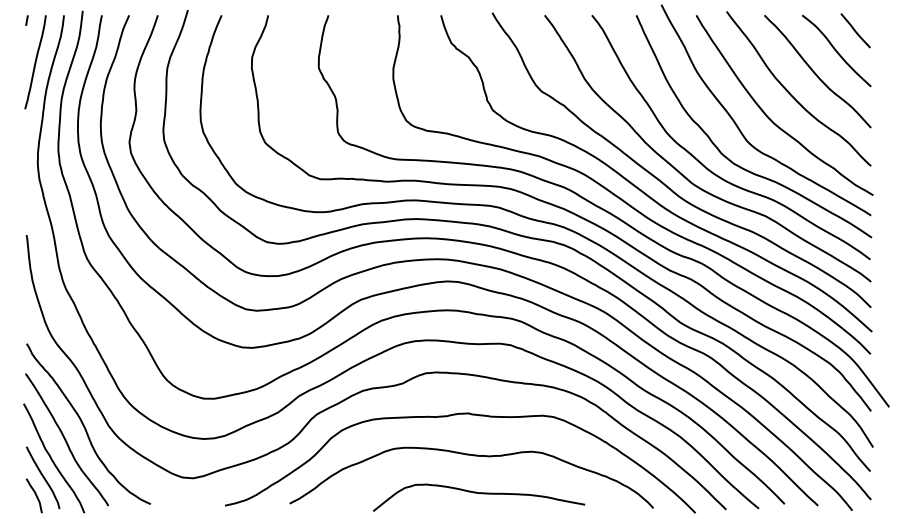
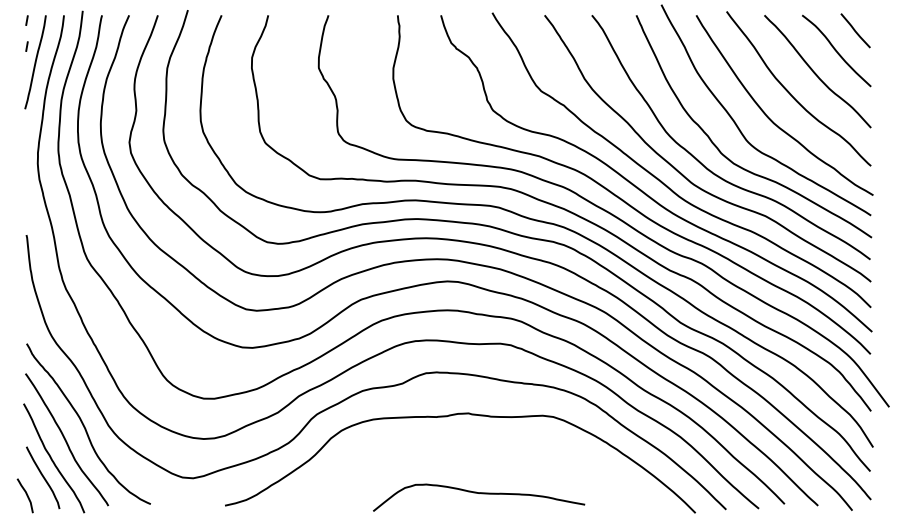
line at (26, 46): none -> present
curve at (473, 456): present -> none
curve at (35, 495) position: (35, 495) -> (26, 495)
